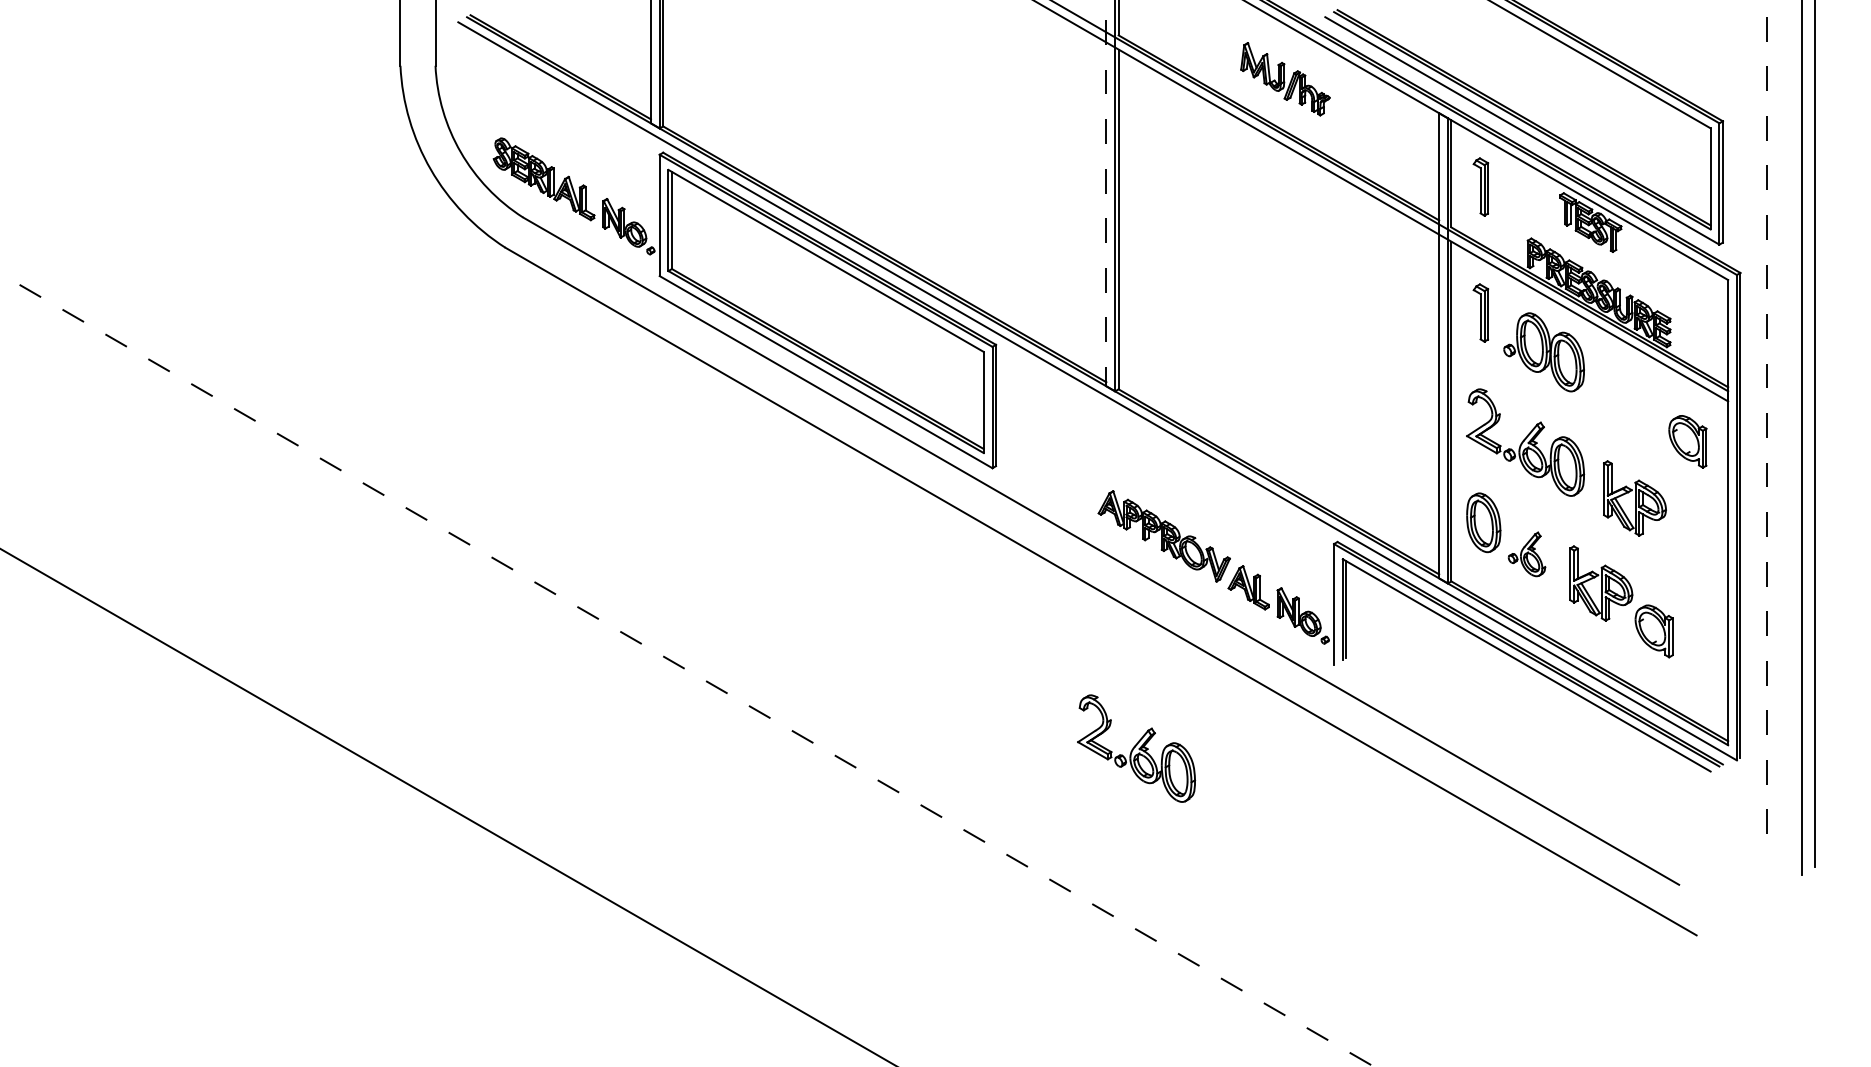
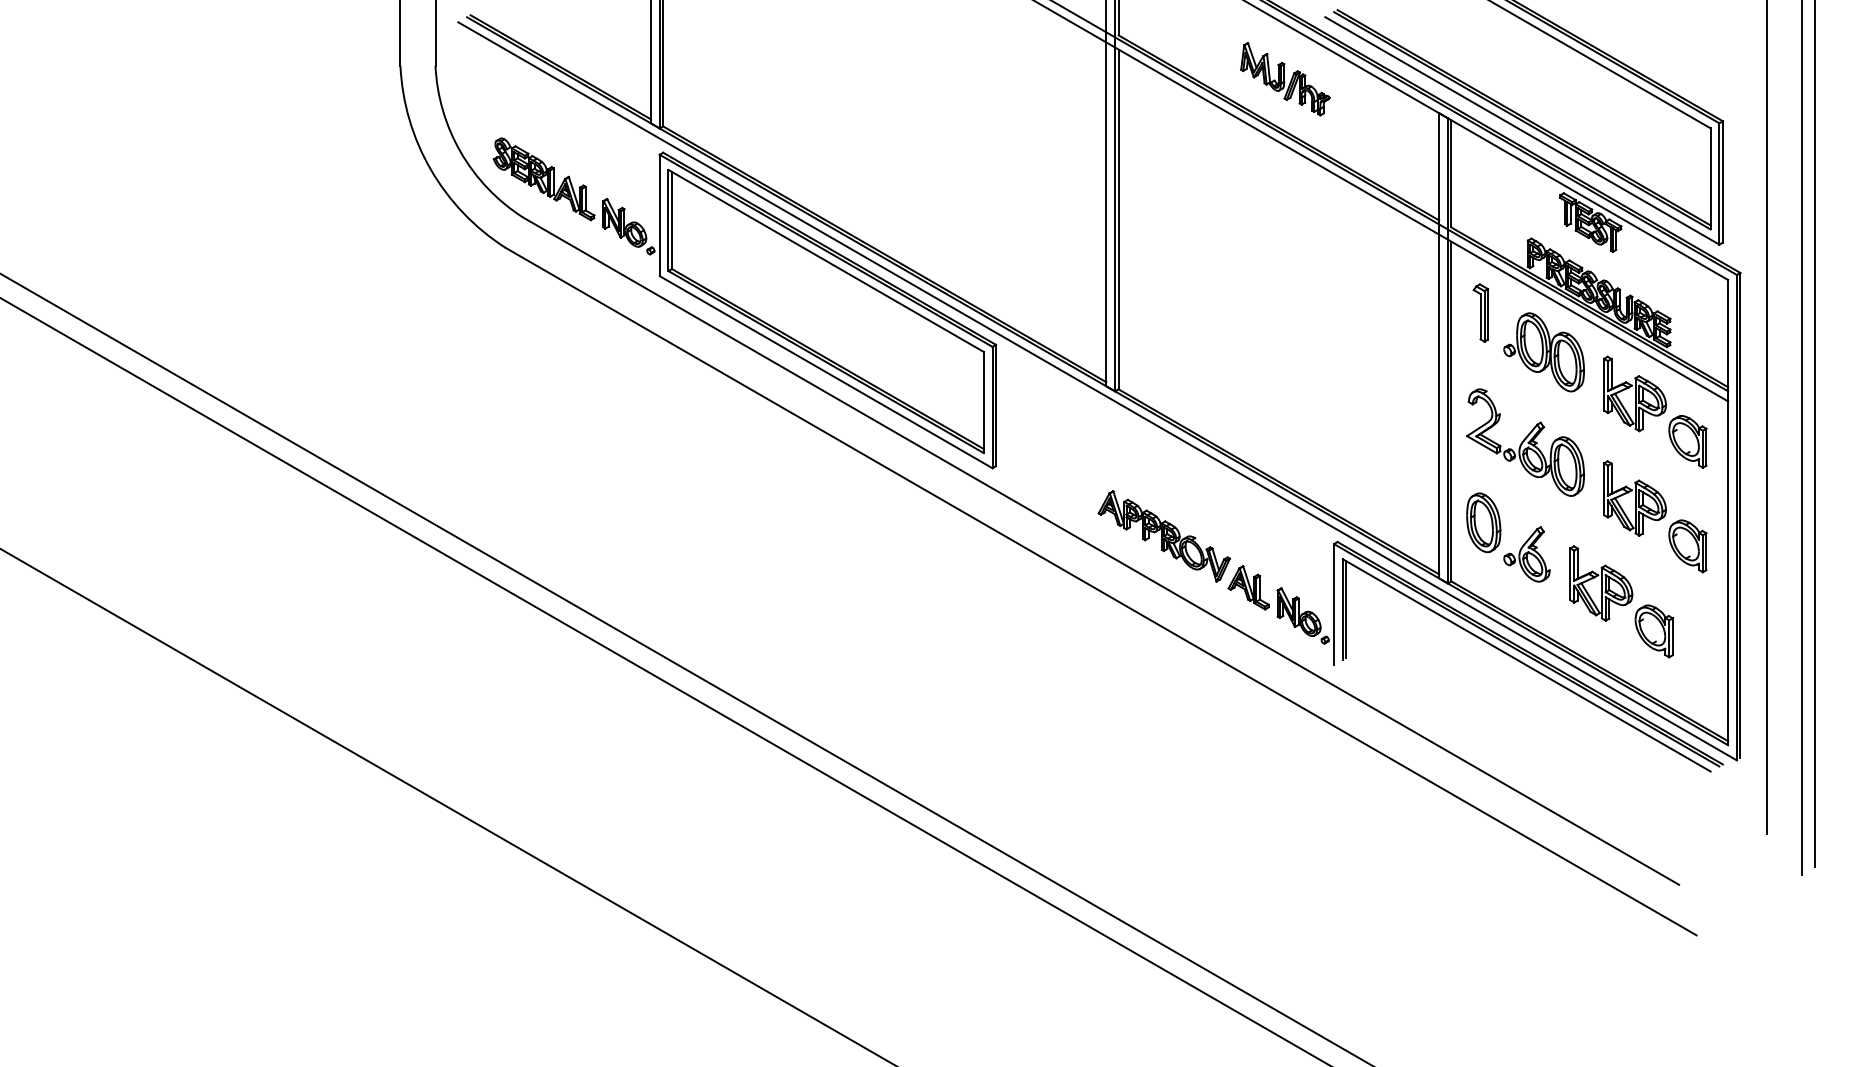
part at (1480, 186): present -> none
line at (1106, 193): dashed -> solid
part at (1634, 393): none -> present
line at (1766, 417): dashed -> solid
part at (1687, 546): none -> present
part at (1526, 554) size: 40x47 px -> 48x57 px
line at (687, 670): dashed -> solid
line at (664, 681): none -> present
part at (1136, 748): present -> none
